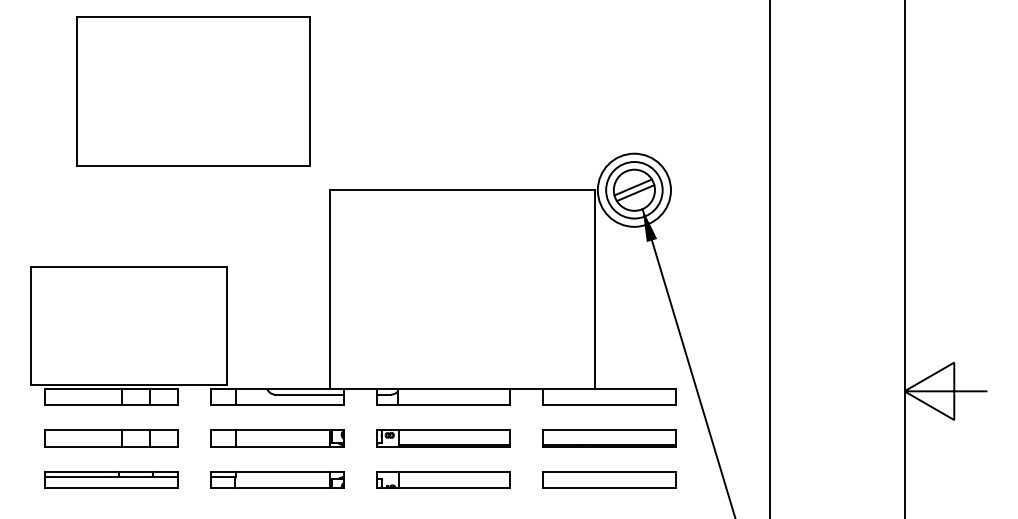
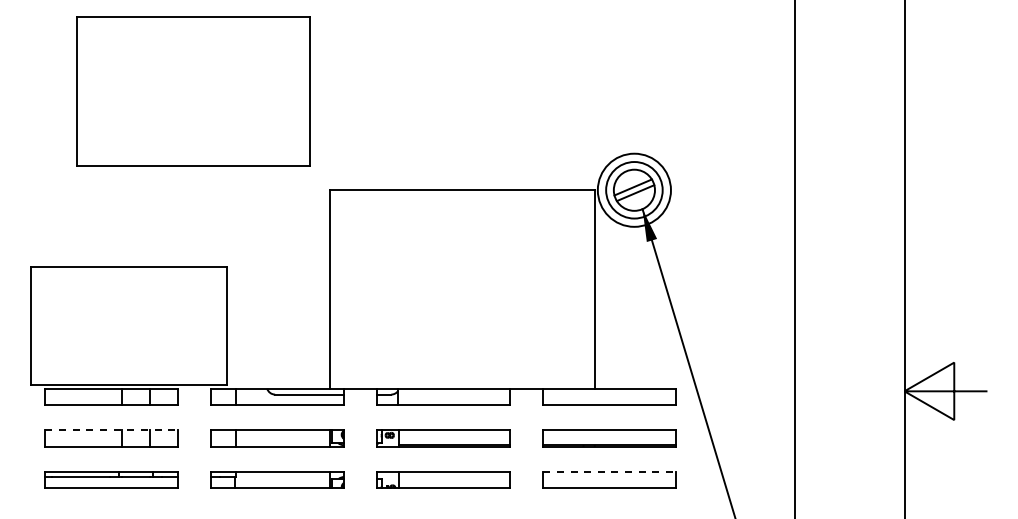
line at (770, 258) position: (770, 258) -> (795, 258)
line at (112, 430): solid -> dashed
line at (610, 471): solid -> dashed
